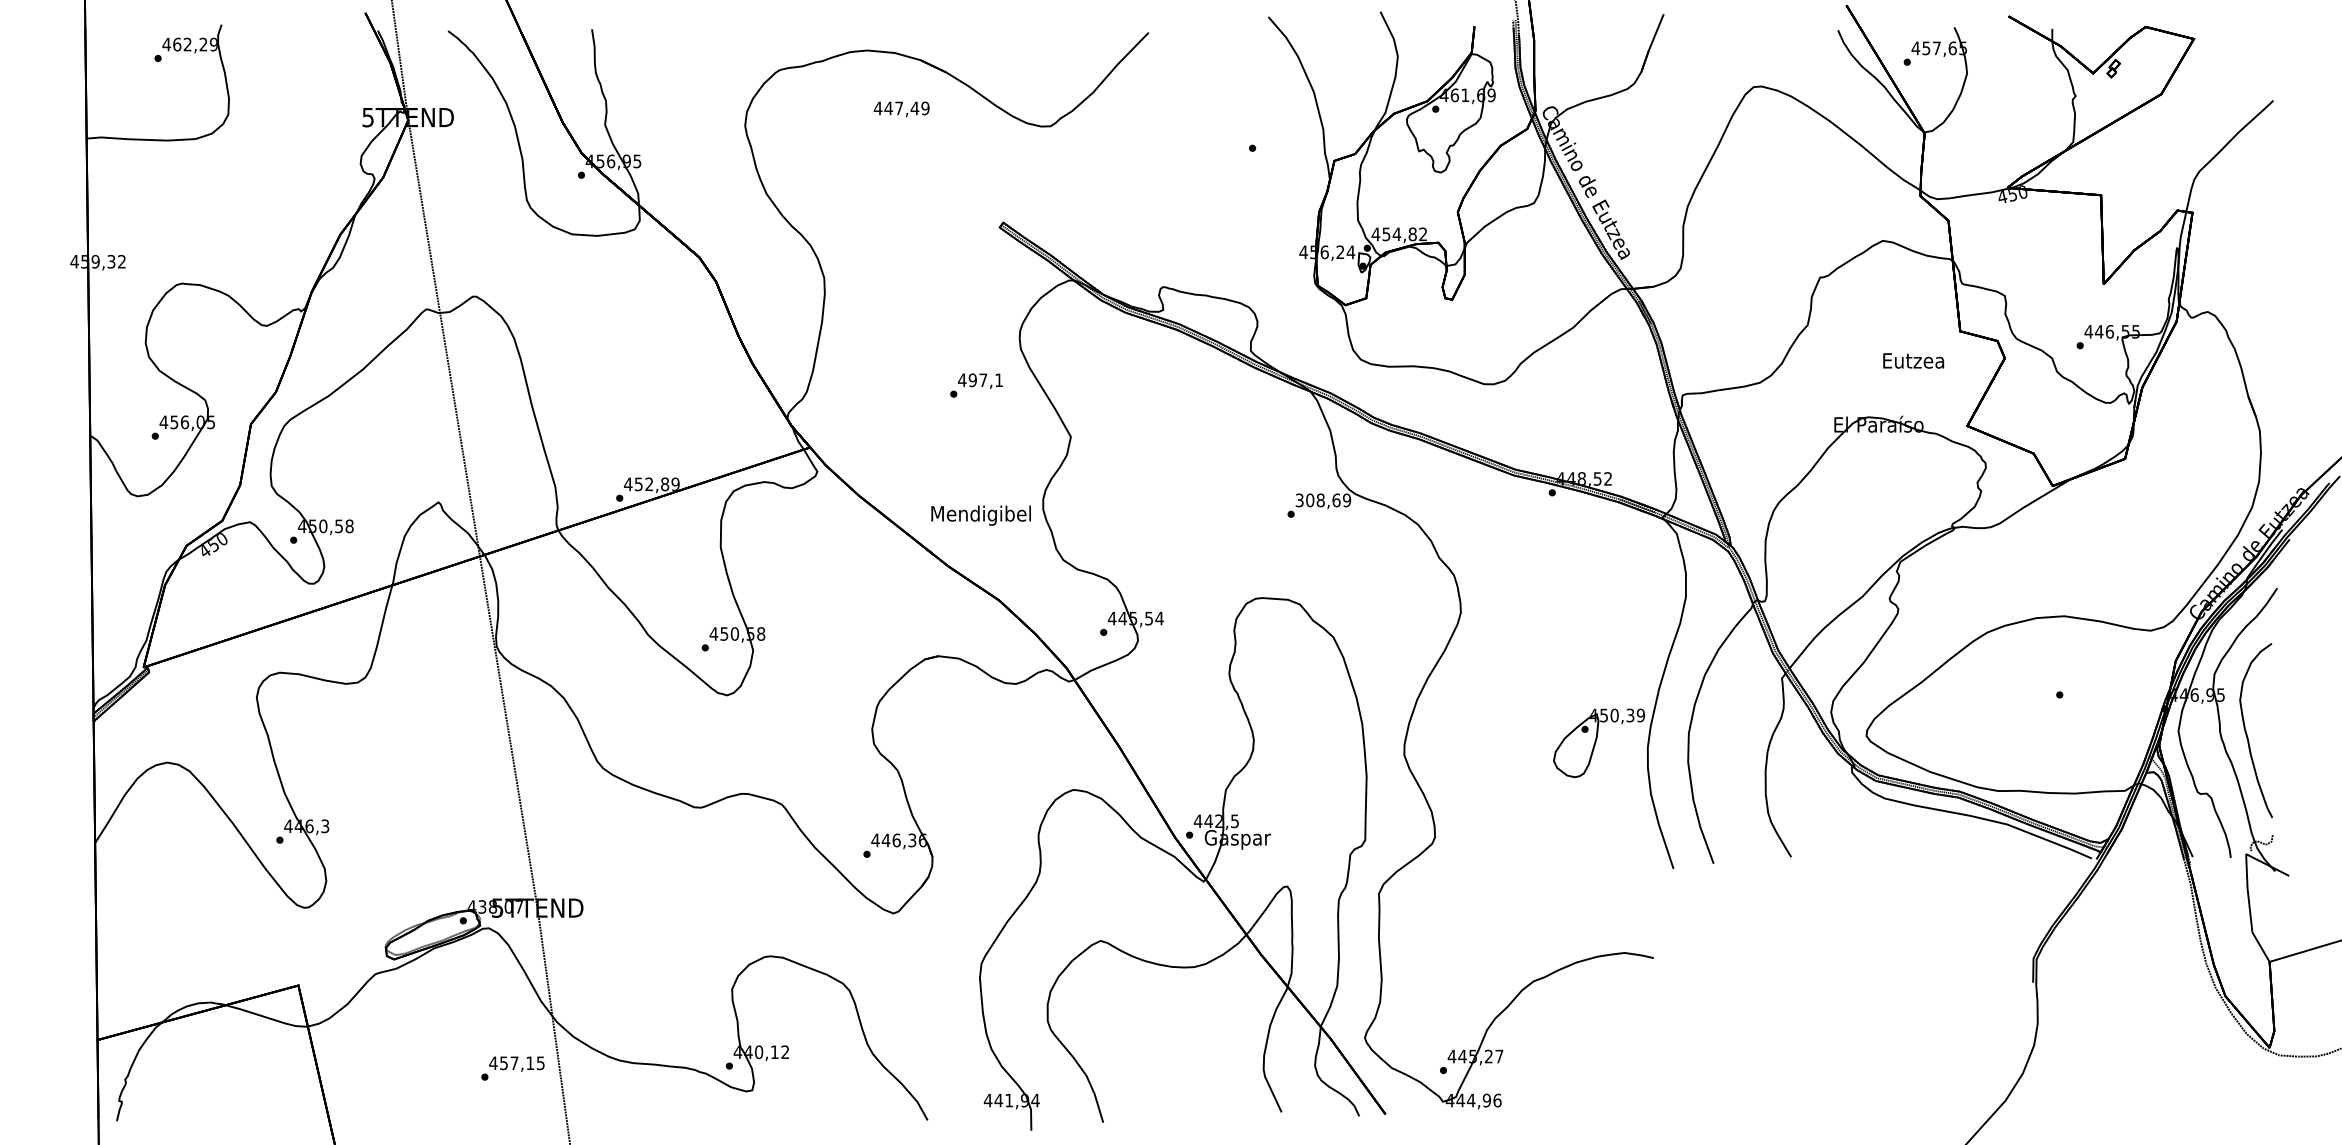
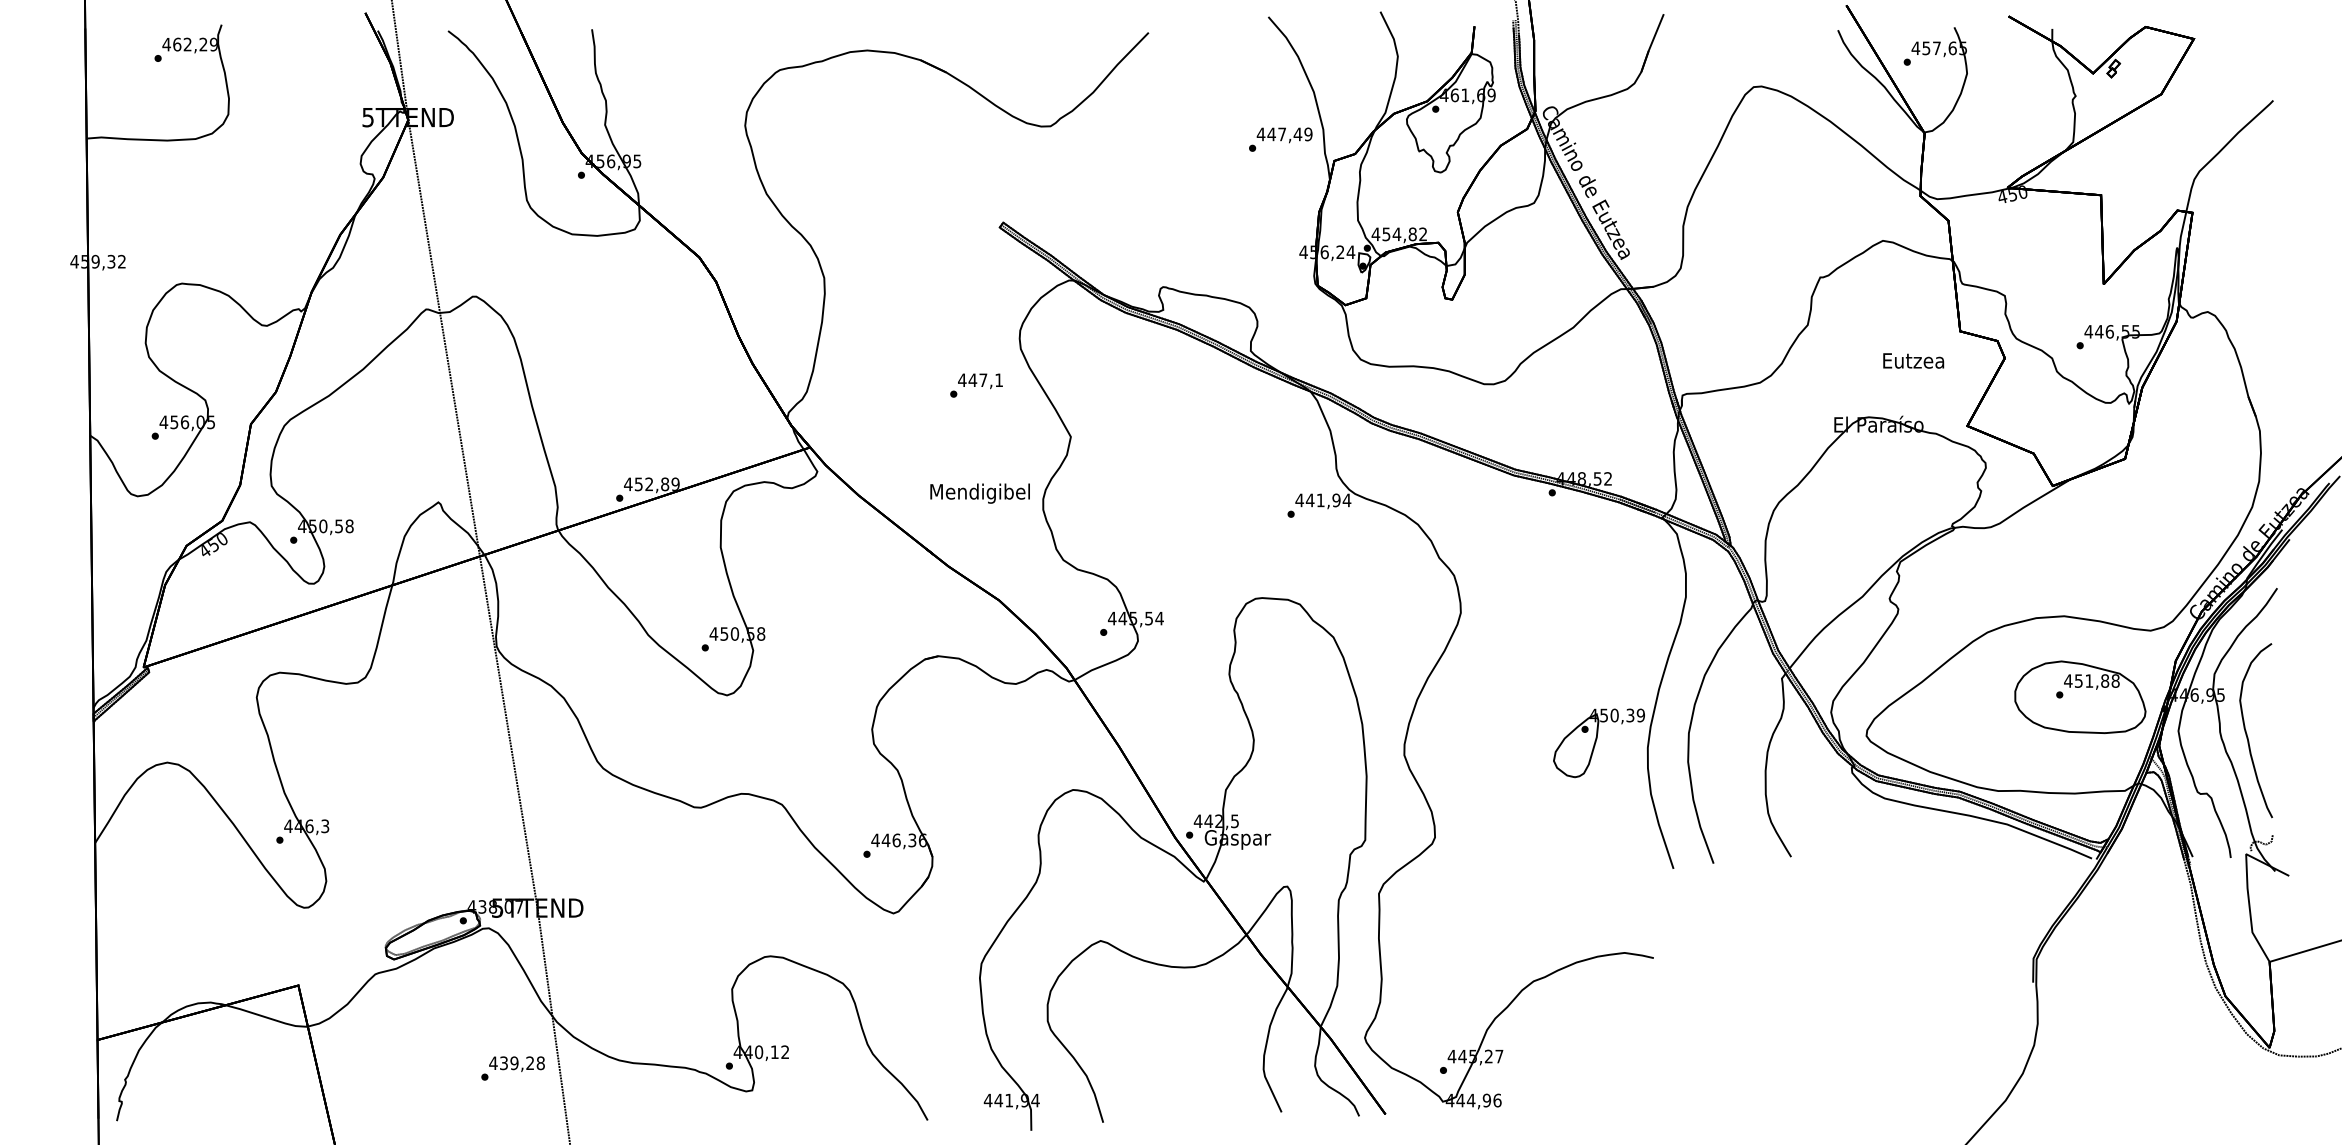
text at (901, 109) position: (901, 109) -> (1284, 135)
text at (972, 380): 497,1 -> 447,1
text at (1323, 500): 308,69 -> 441,94
text at (980, 515) position: (980, 515) -> (979, 493)
part at (2080, 696): none -> present
text at (522, 1063): 457,15 -> 439,28
